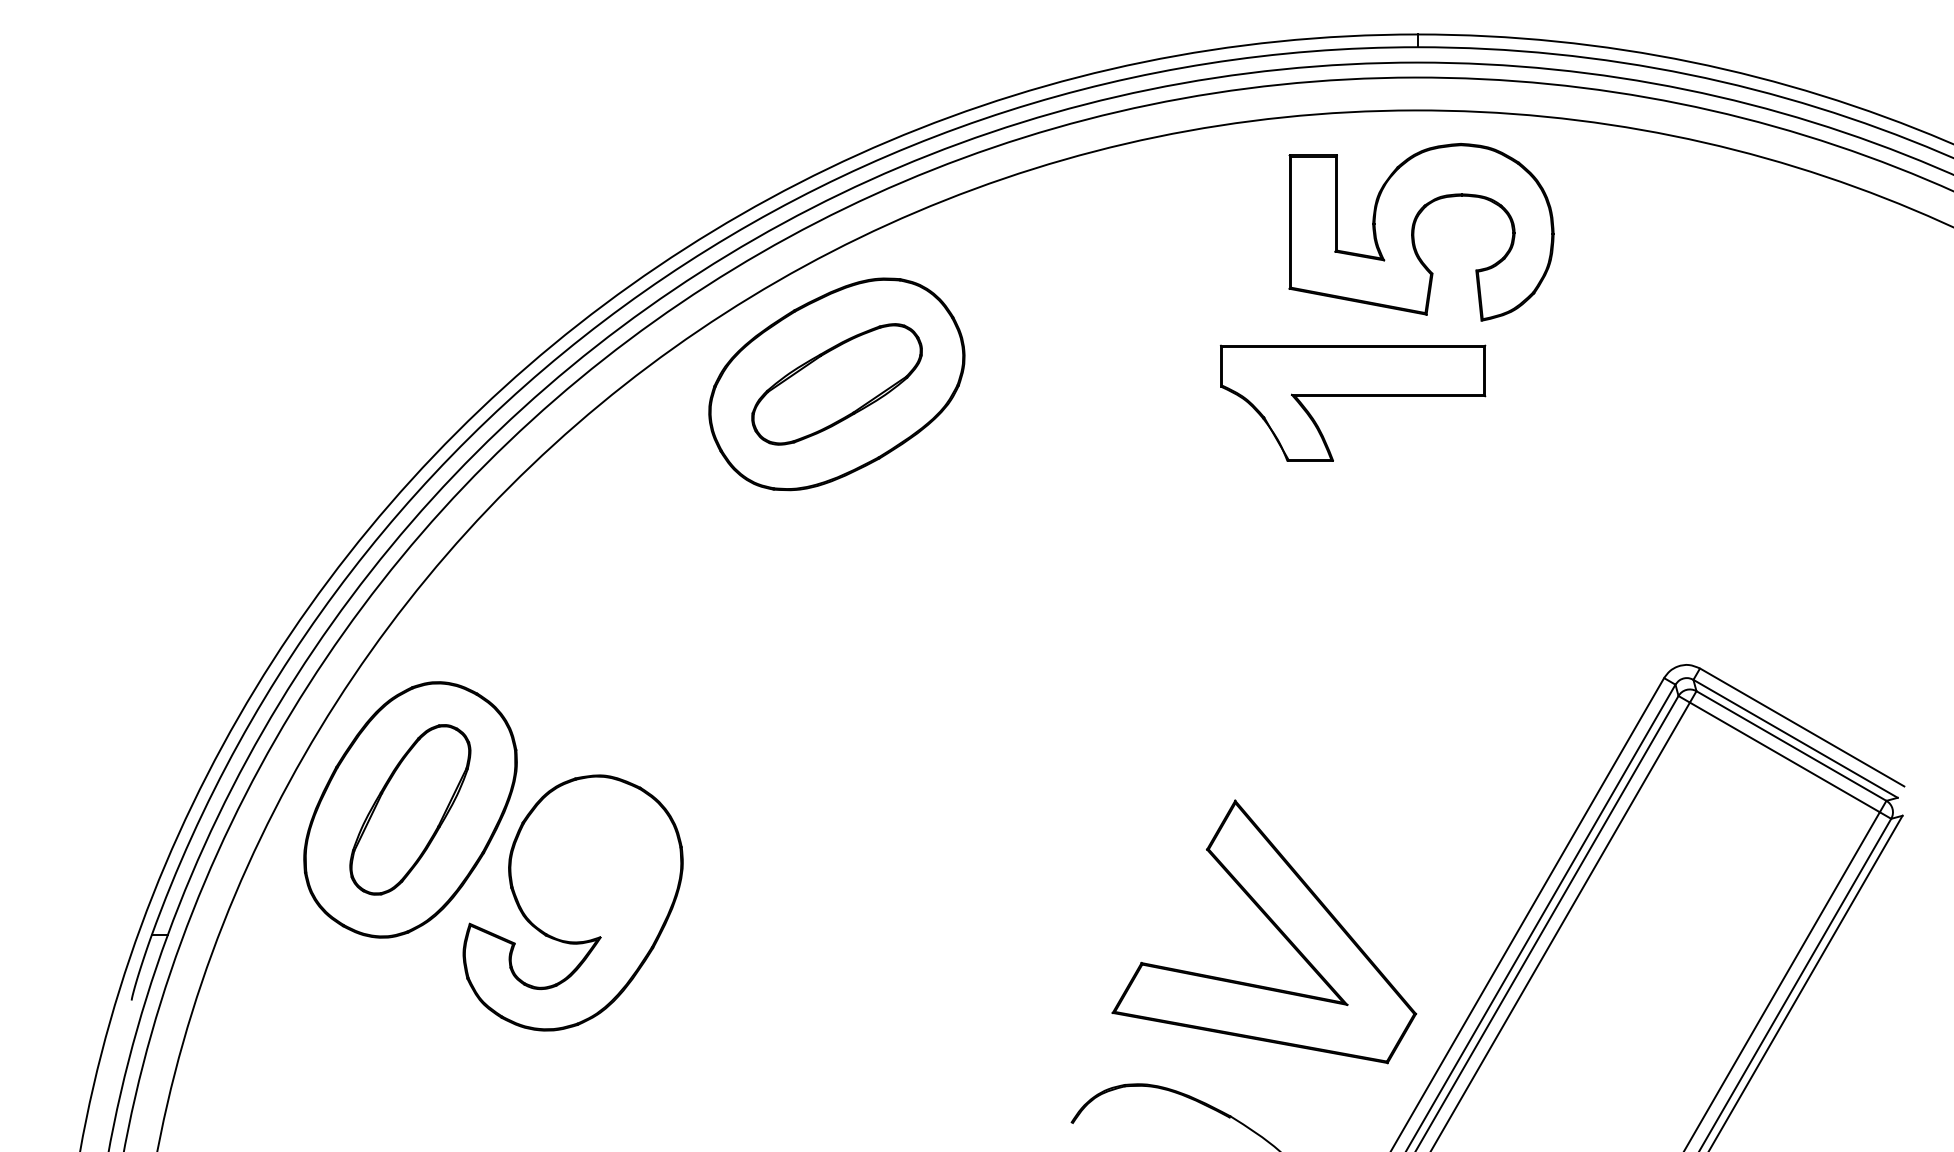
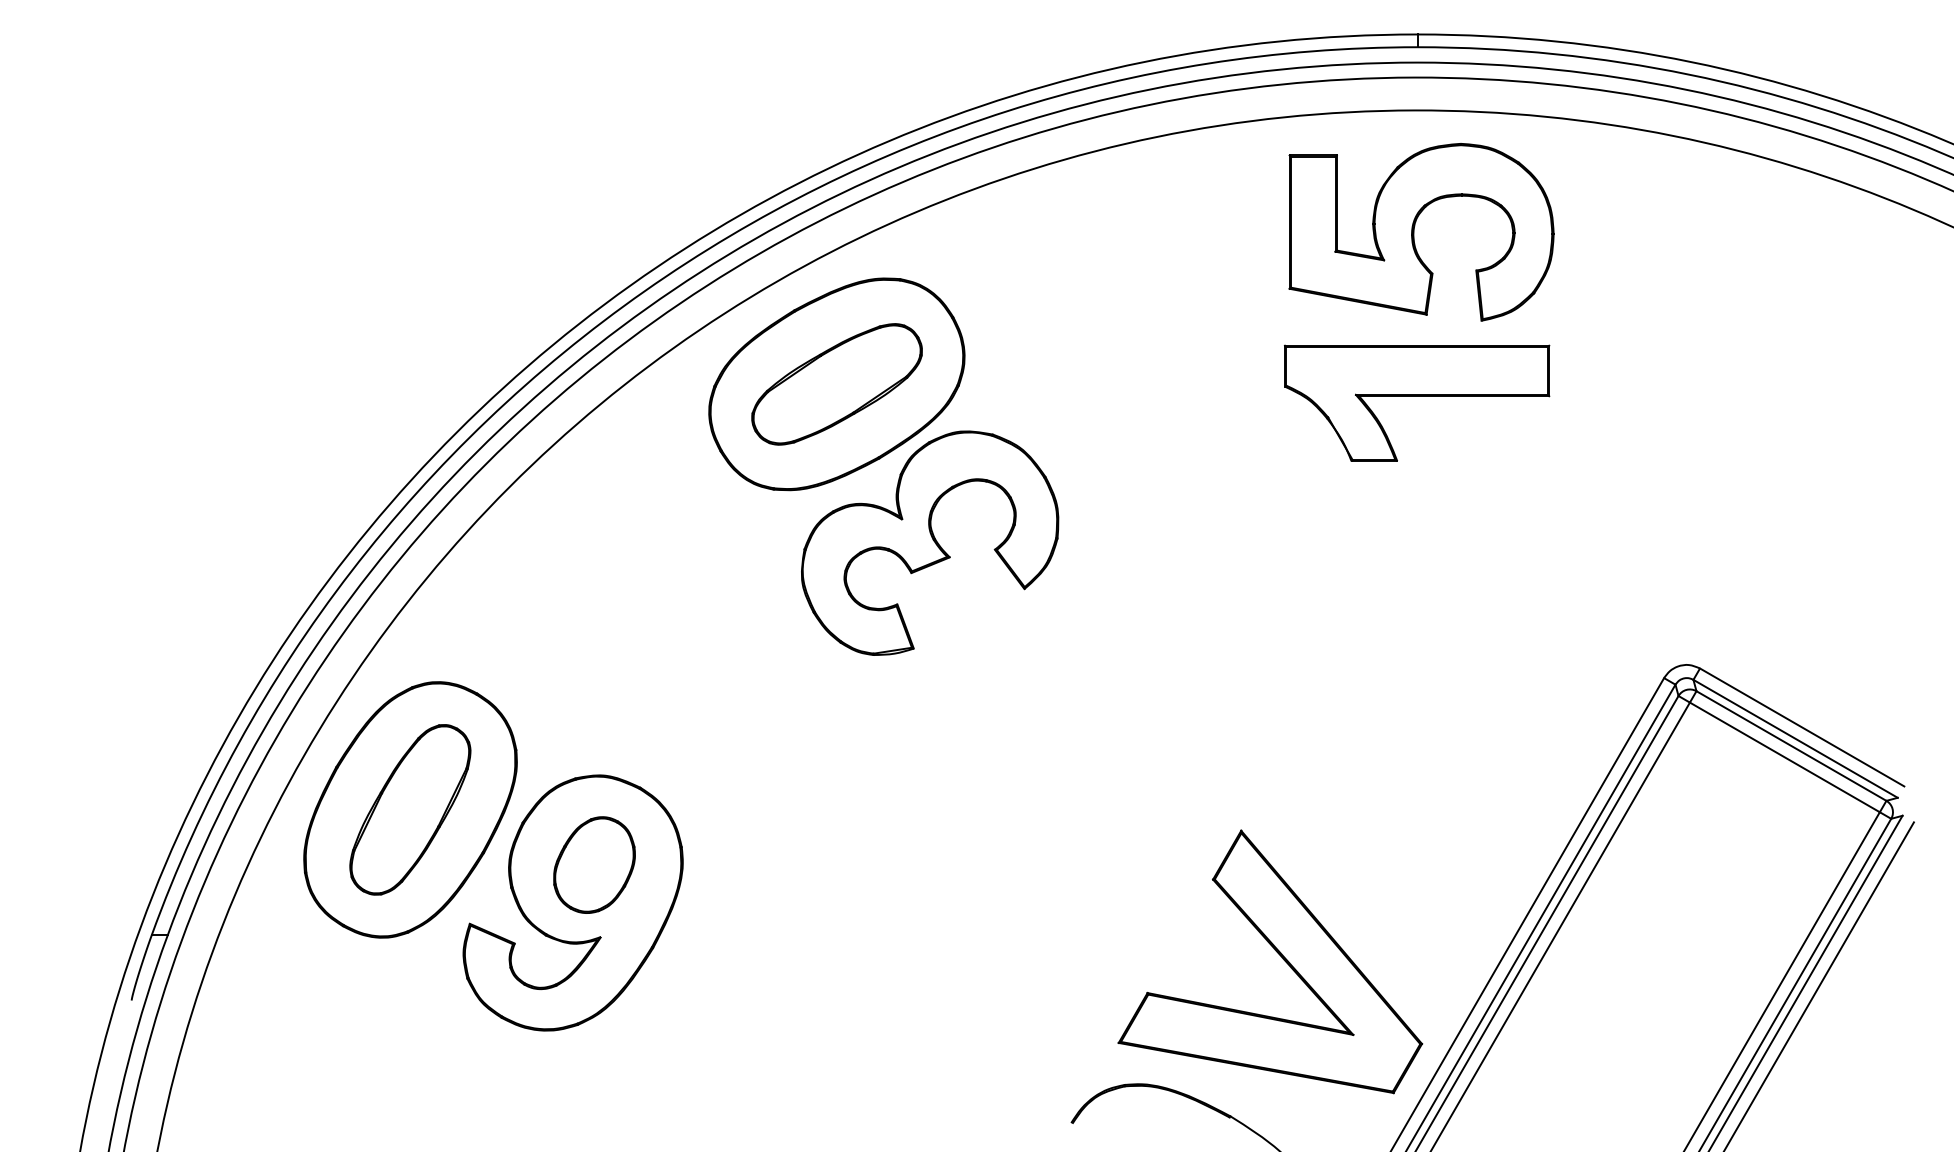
part at (1353, 402) position: (1353, 402) -> (1417, 402)
part at (930, 542): none -> present
part at (594, 864): none -> present
part at (1271, 923) position: (1271, 923) -> (1277, 953)
line at (1819, 985): none -> present
